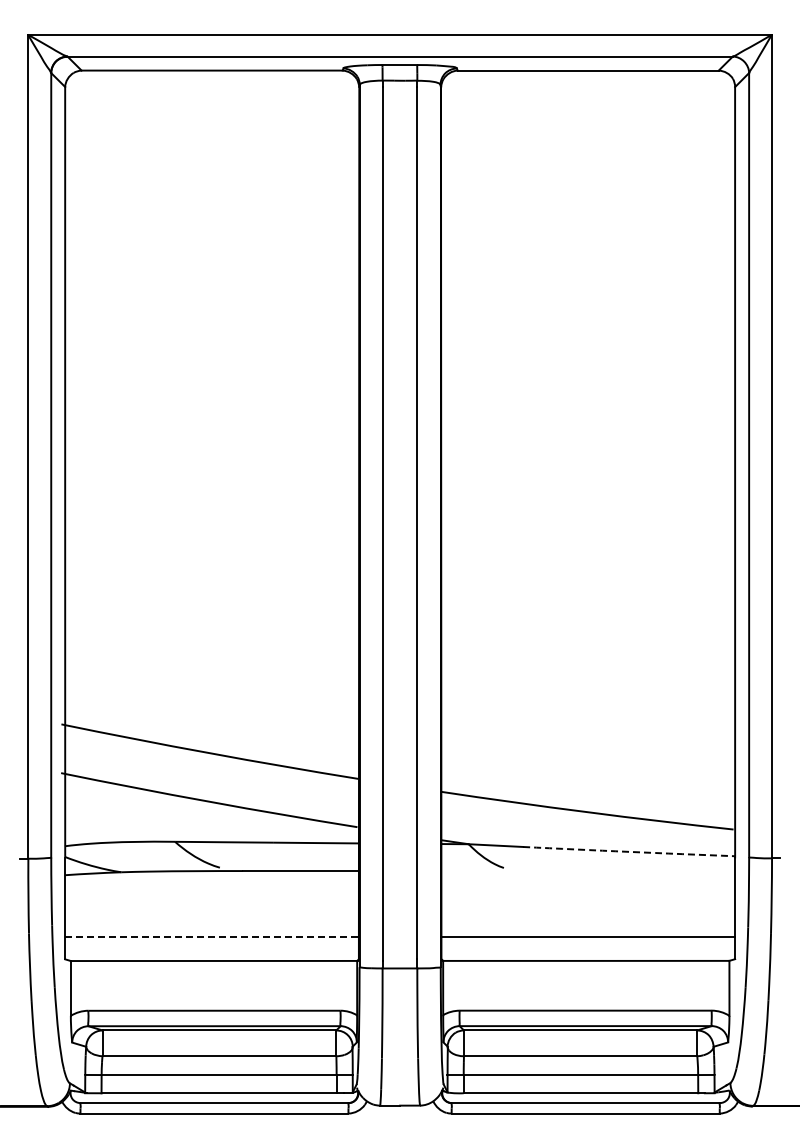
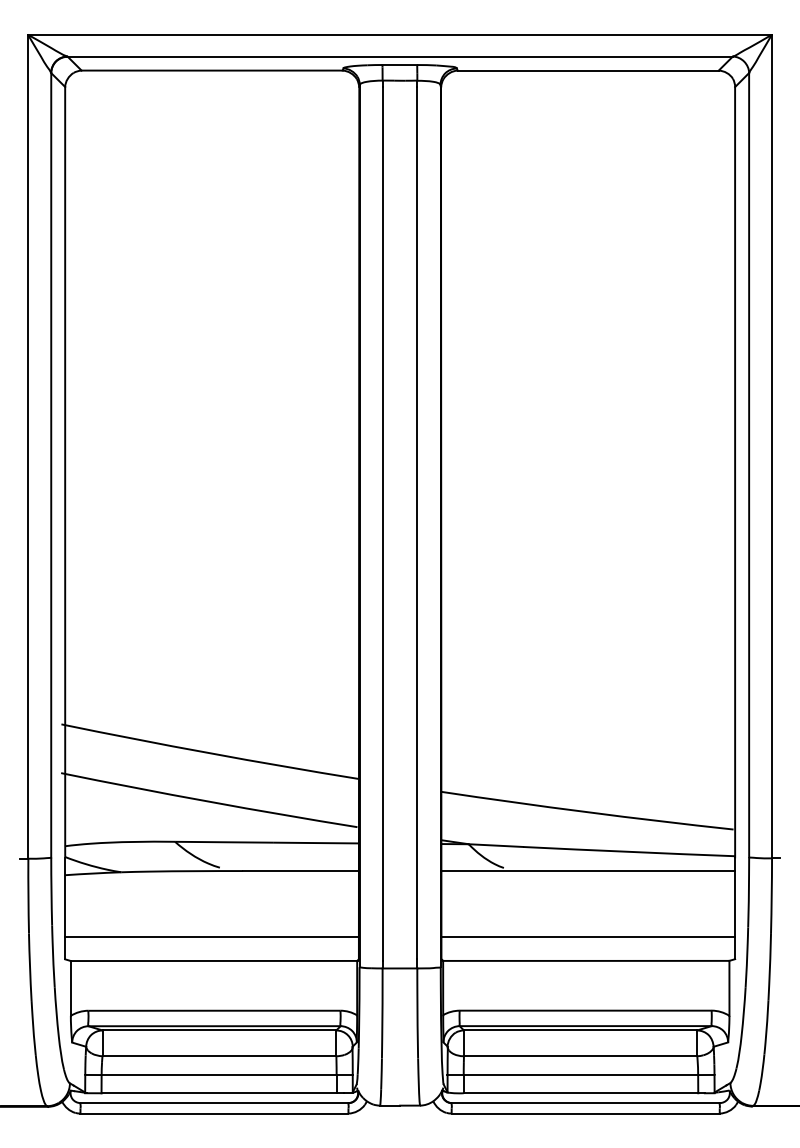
arc at (629, 851): dashed -> solid
line at (588, 871): none -> present
line at (211, 936): dashed -> solid
